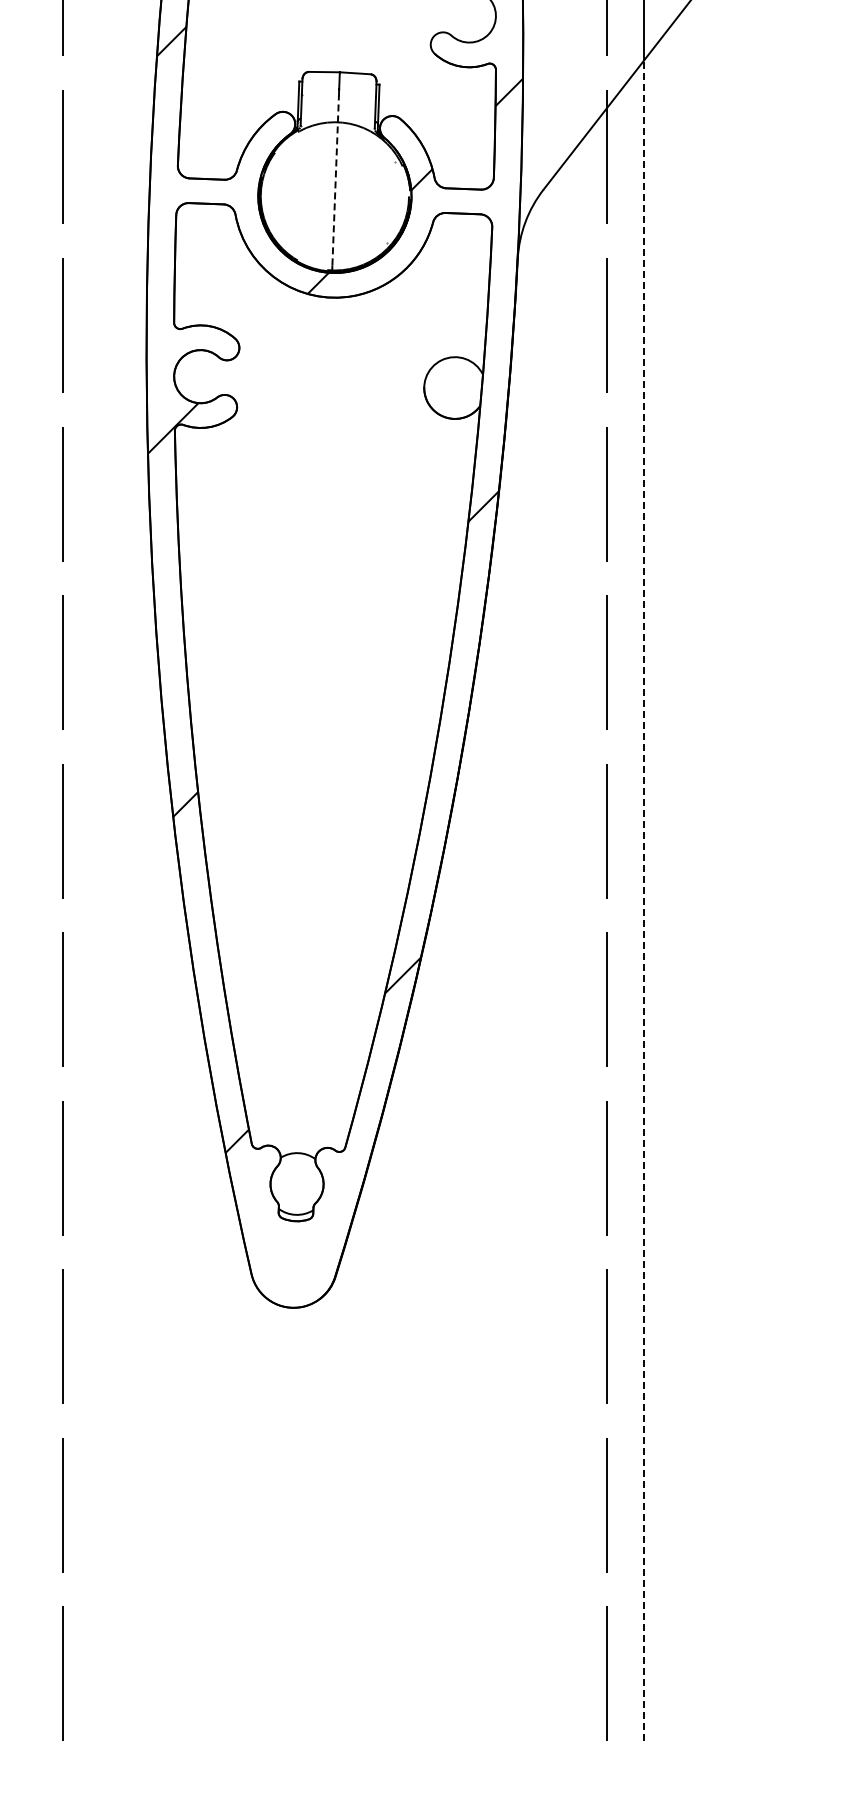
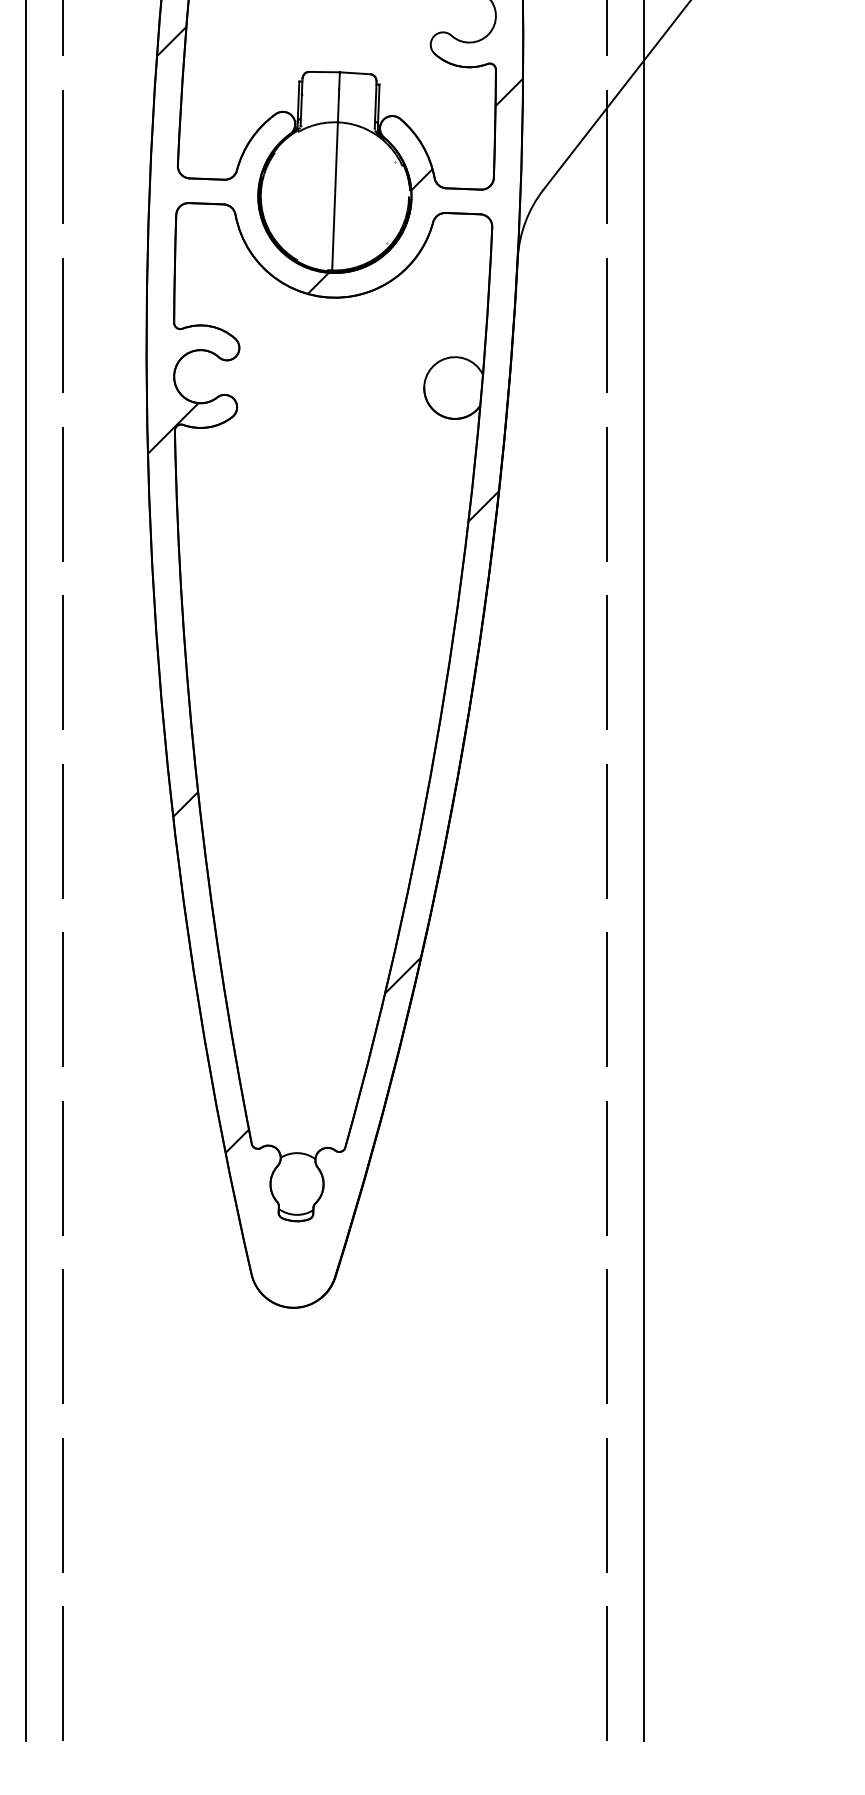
line at (335, 180): dashed -> solid
line at (25, 871): none -> present
line at (643, 900): dashed -> solid
